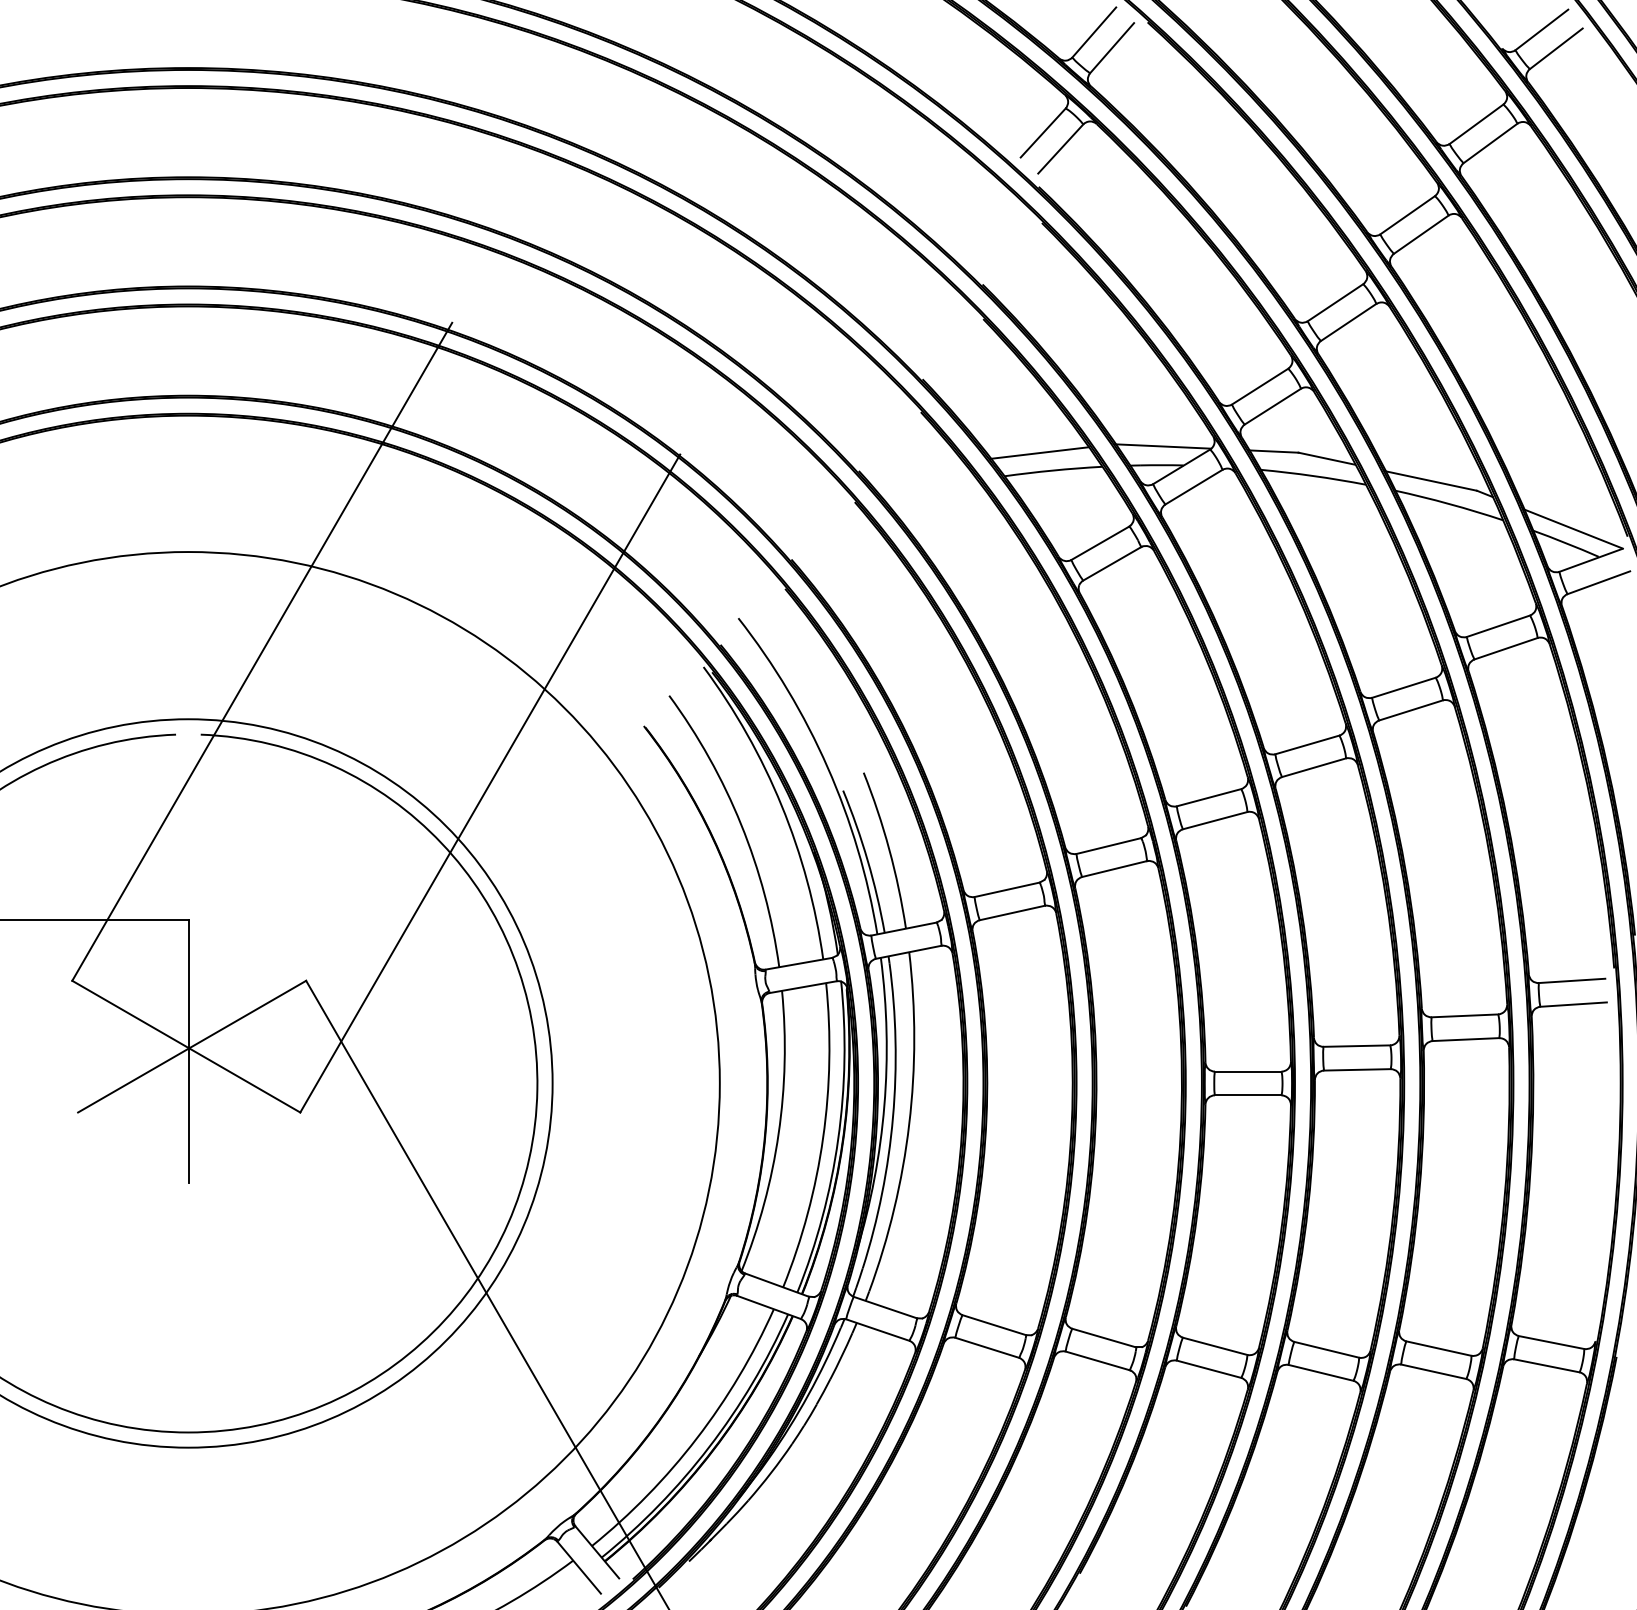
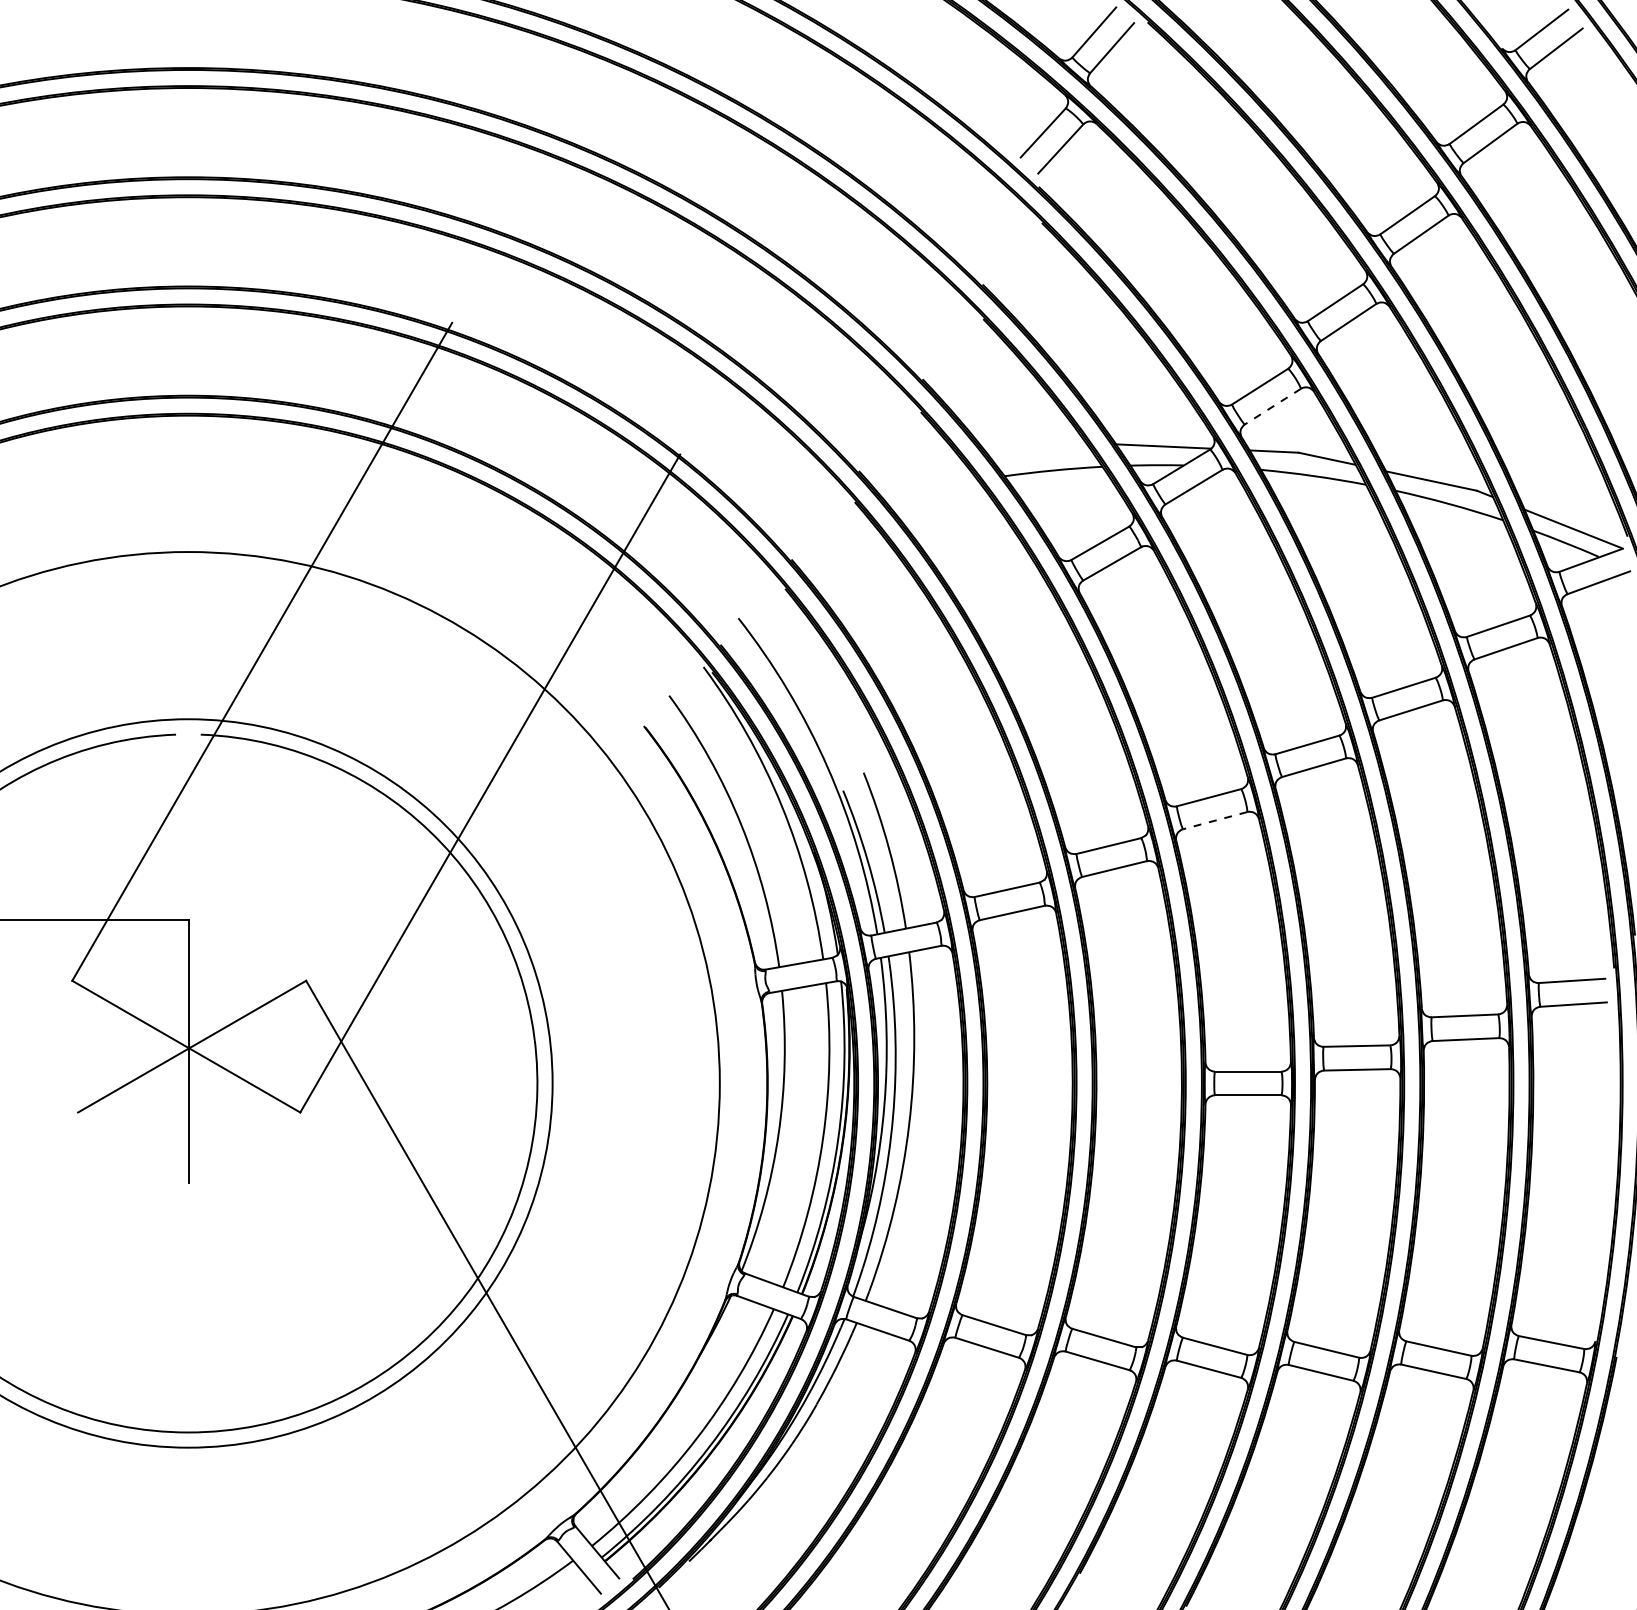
line at (1272, 406): solid -> dashed
line at (1039, 452): present -> none
line at (1214, 820): solid -> dashed
